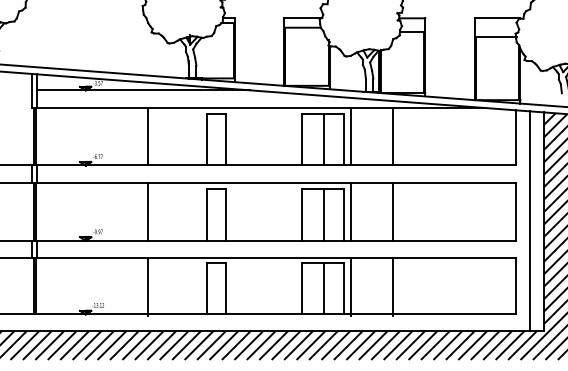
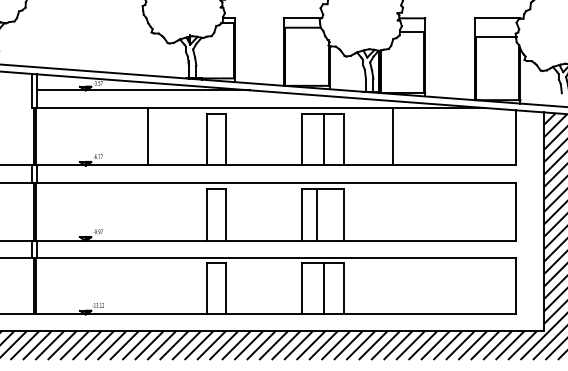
line at (350, 136): present -> none
line at (148, 211): present -> none
line at (350, 211): present -> none
line at (393, 211): present -> none
line at (324, 214) position: (324, 214) -> (317, 214)
line at (529, 220): present -> none
line at (148, 286): present -> none
line at (350, 286): present -> none
line at (393, 286): present -> none
